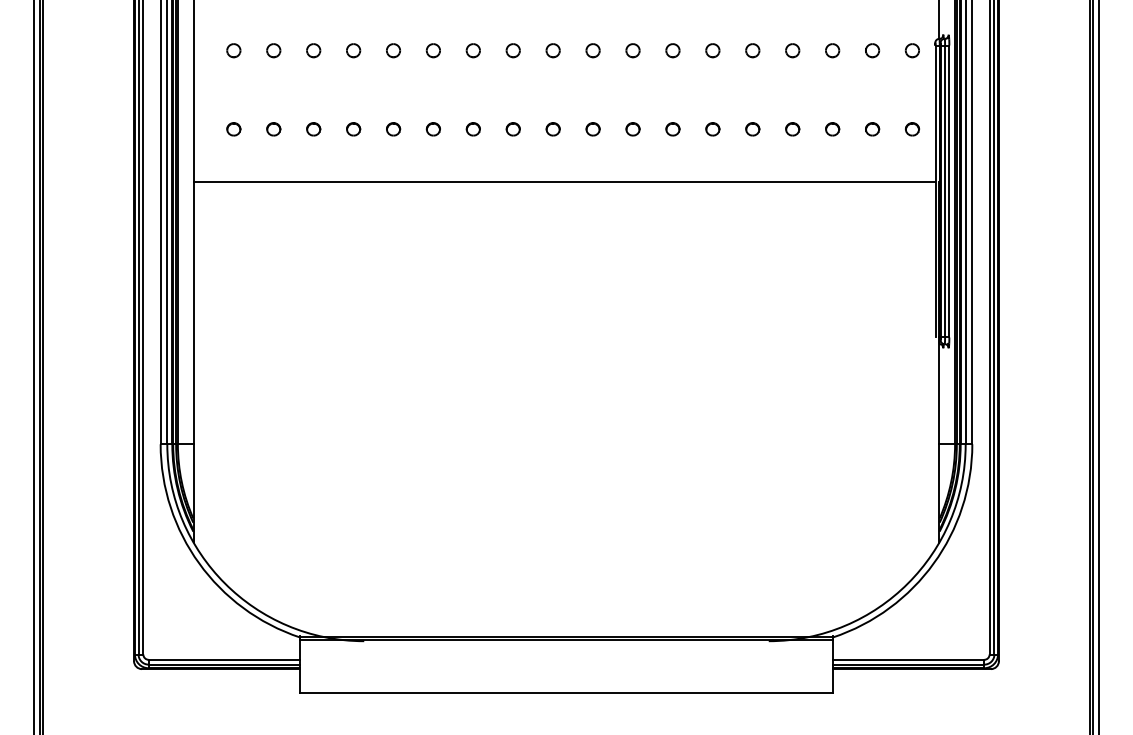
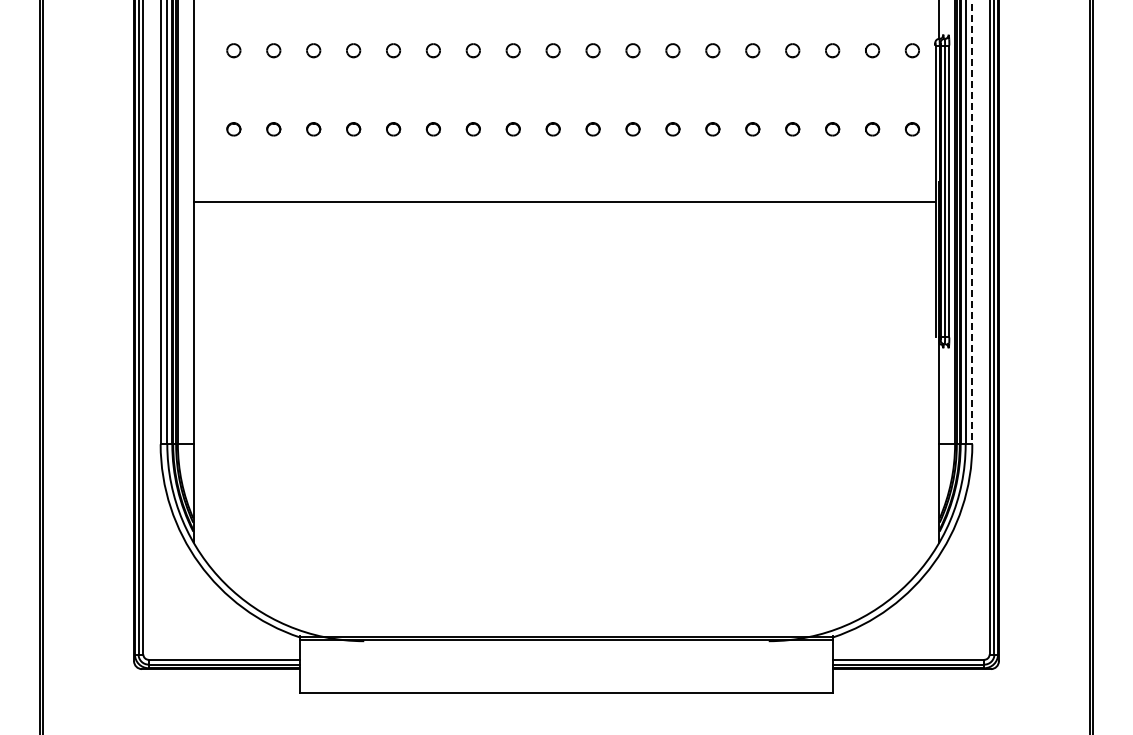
line at (564, 182) position: (564, 182) -> (564, 202)
line at (972, 222): solid -> dashed
line at (33, 366): present -> none
line at (1099, 366): present -> none
